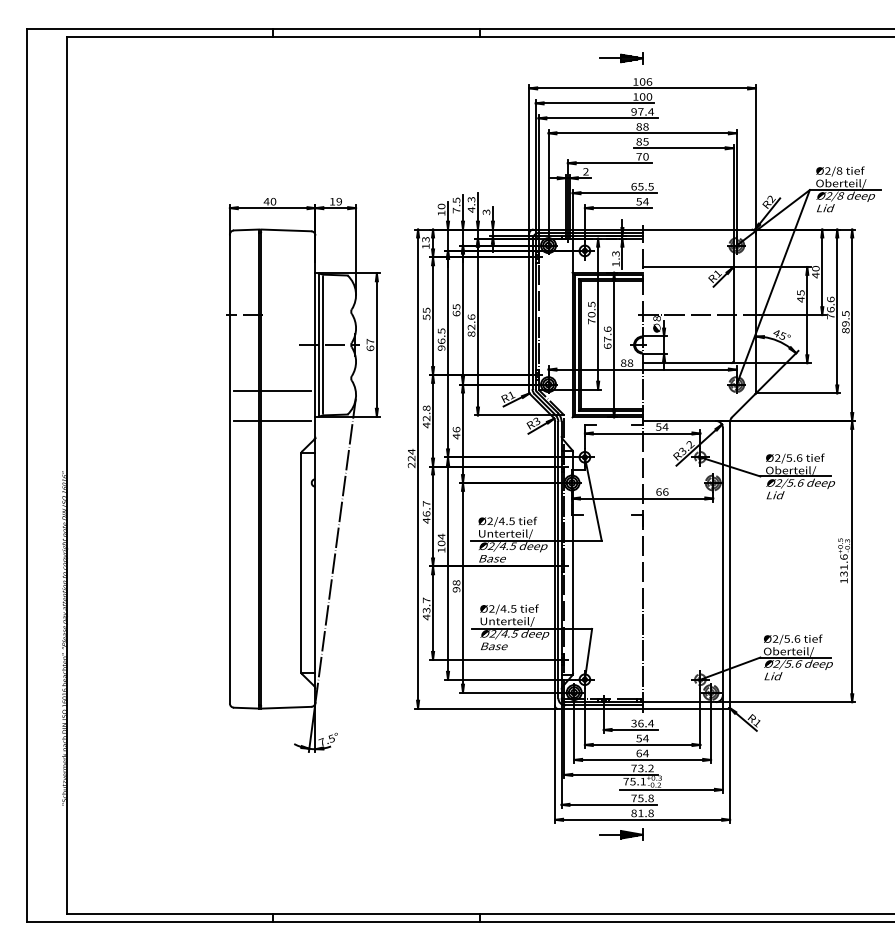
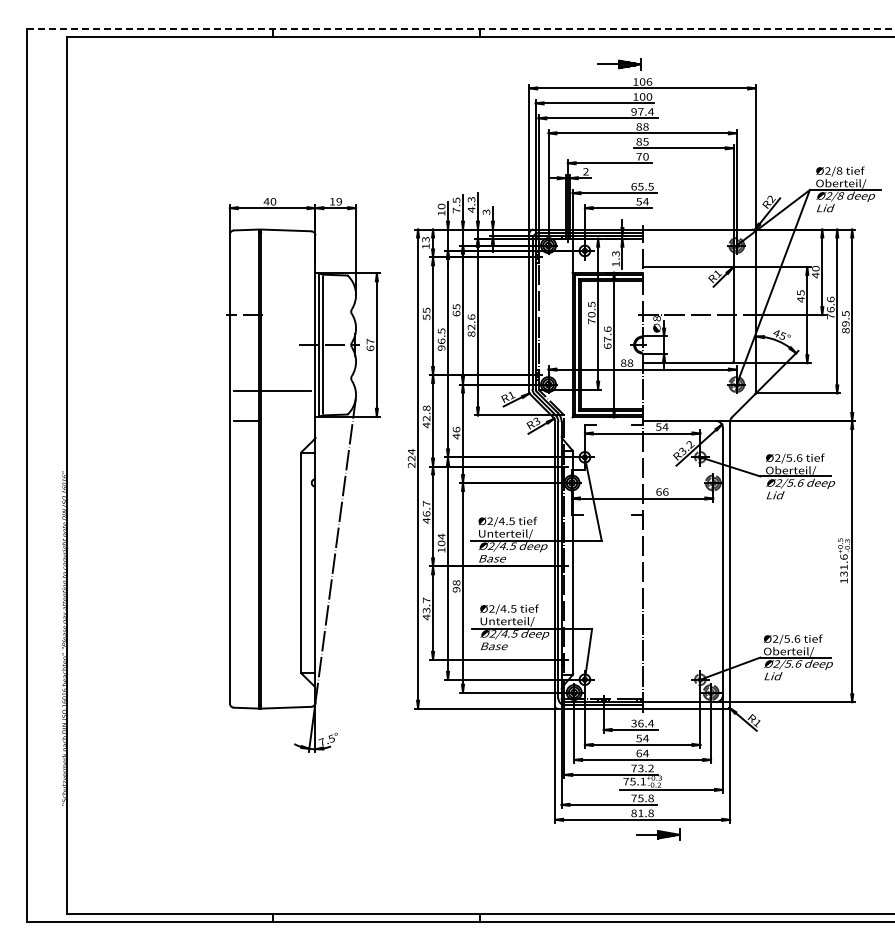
line at (460, 28): solid -> dashed
part at (621, 58) position: (621, 58) -> (619, 64)
line at (286, 421): present -> none
part at (621, 834) position: (621, 834) -> (658, 834)
